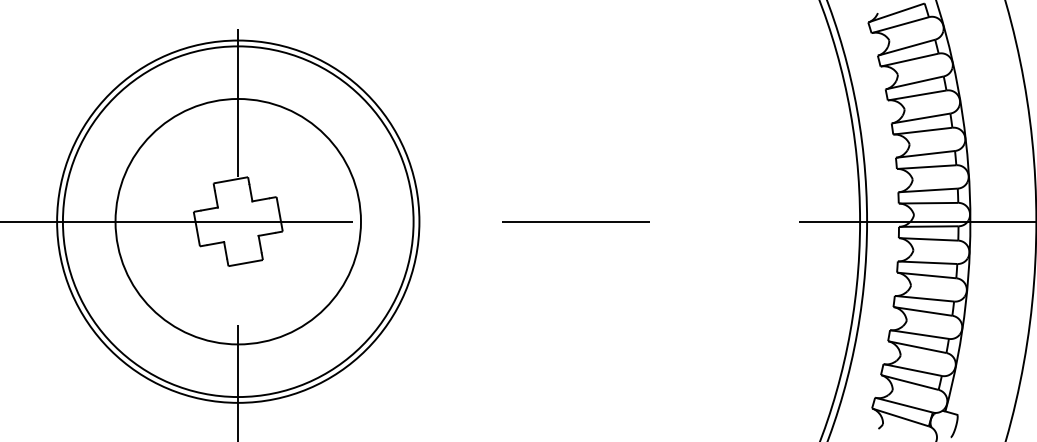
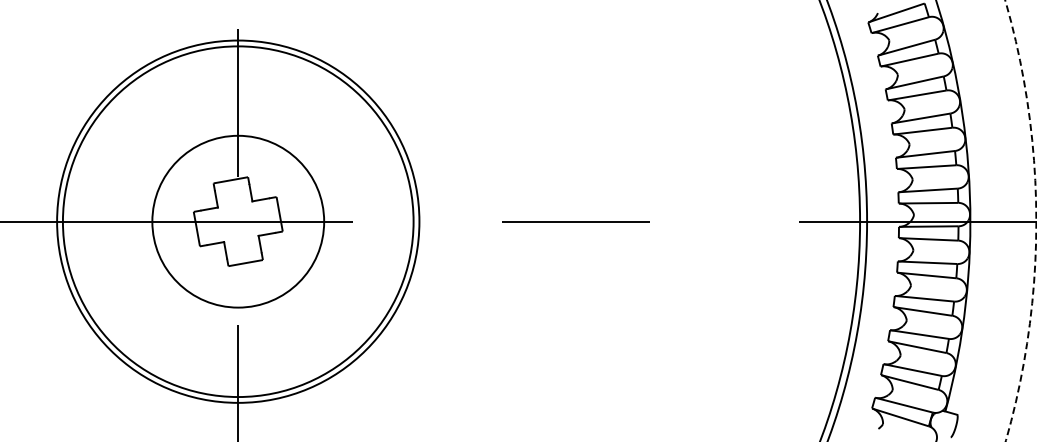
circle at (1020, 220): solid -> dashed
circle at (238, 221) diameter: 245 px -> 172 px
